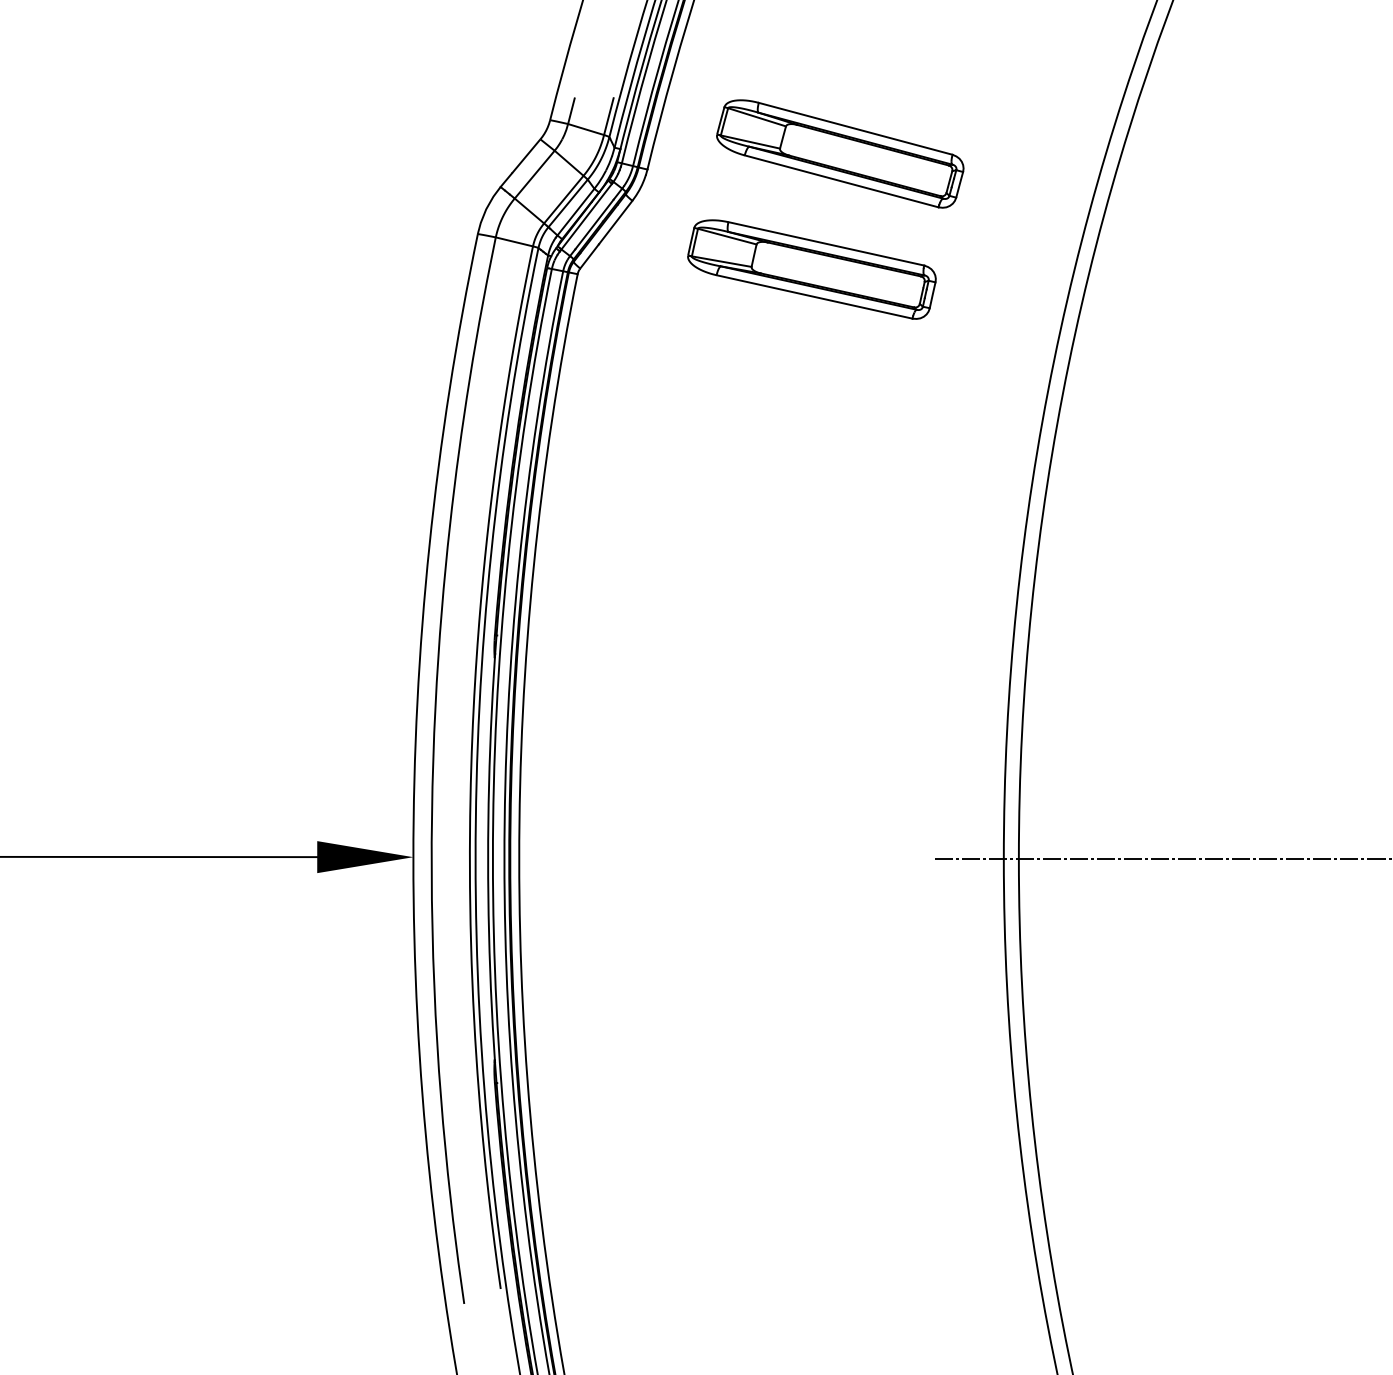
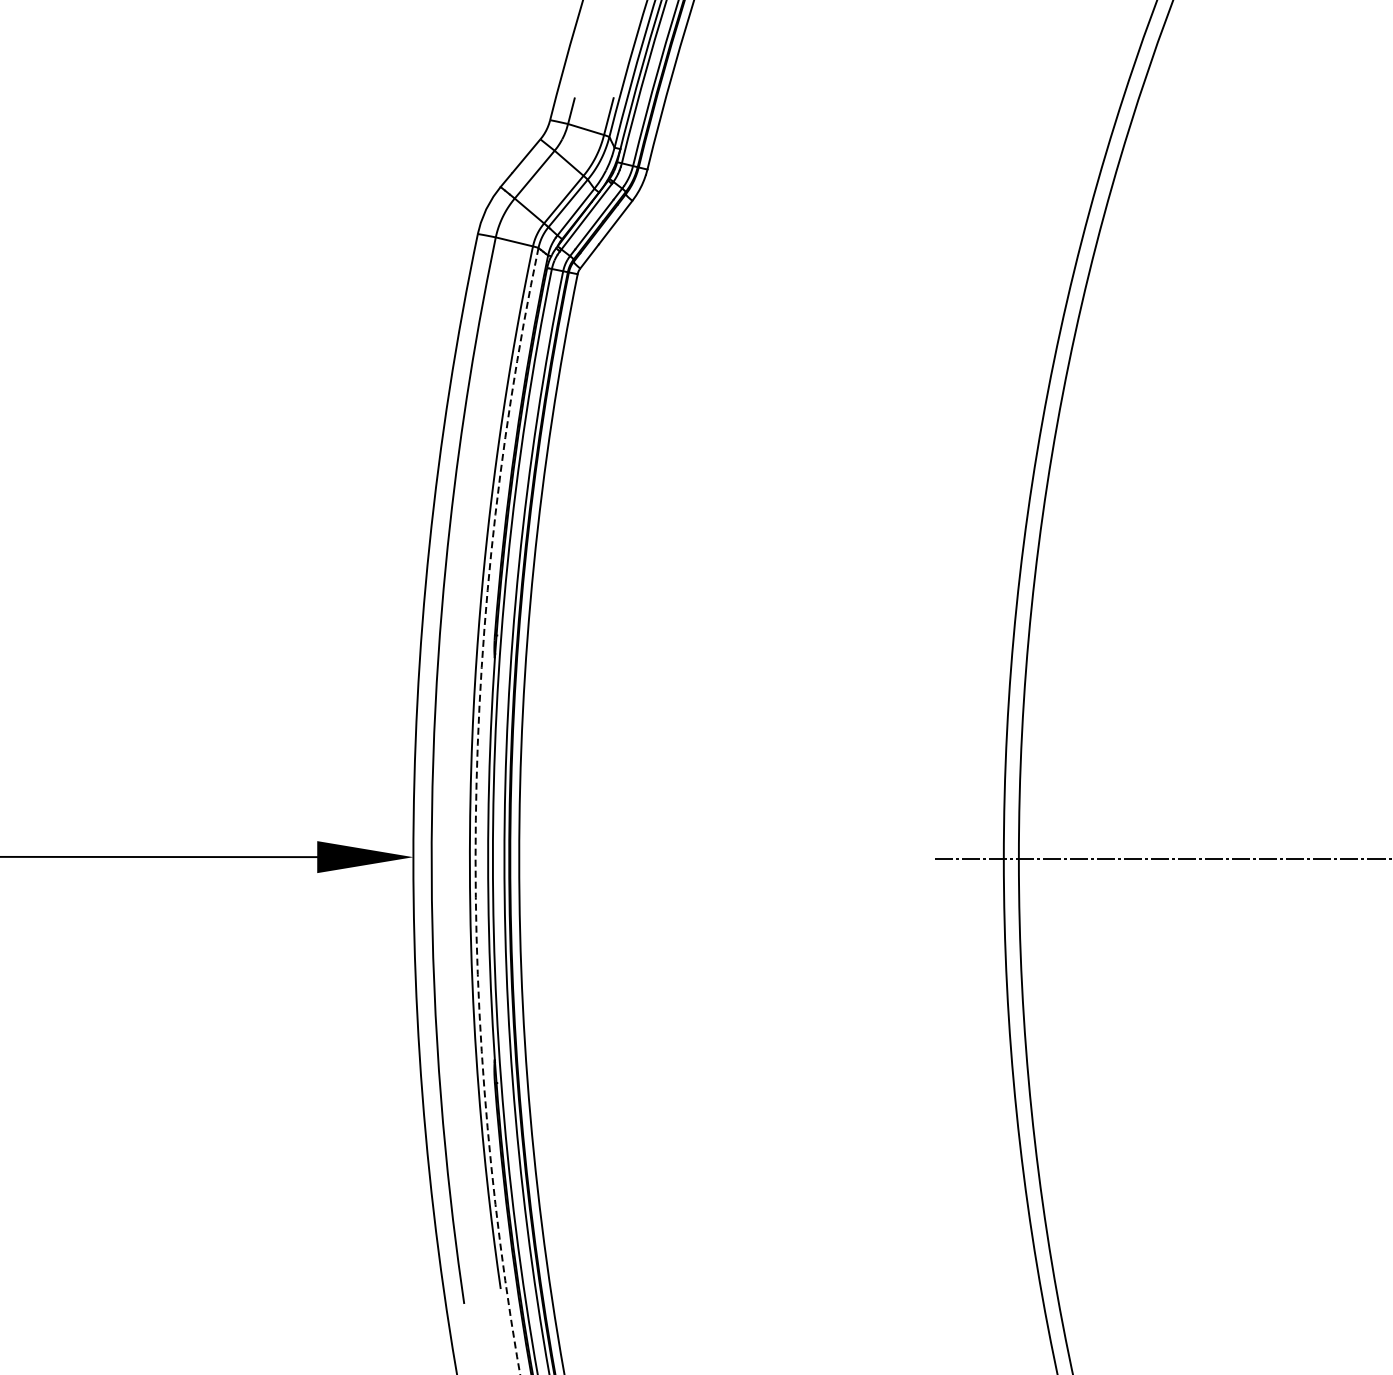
part at (840, 153): present -> none
part at (811, 269): present -> none
arc at (476, 810): solid -> dashed
